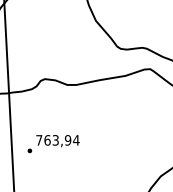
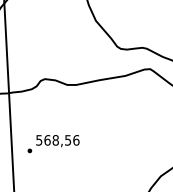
text at (57, 140): 763,94 -> 568,56
